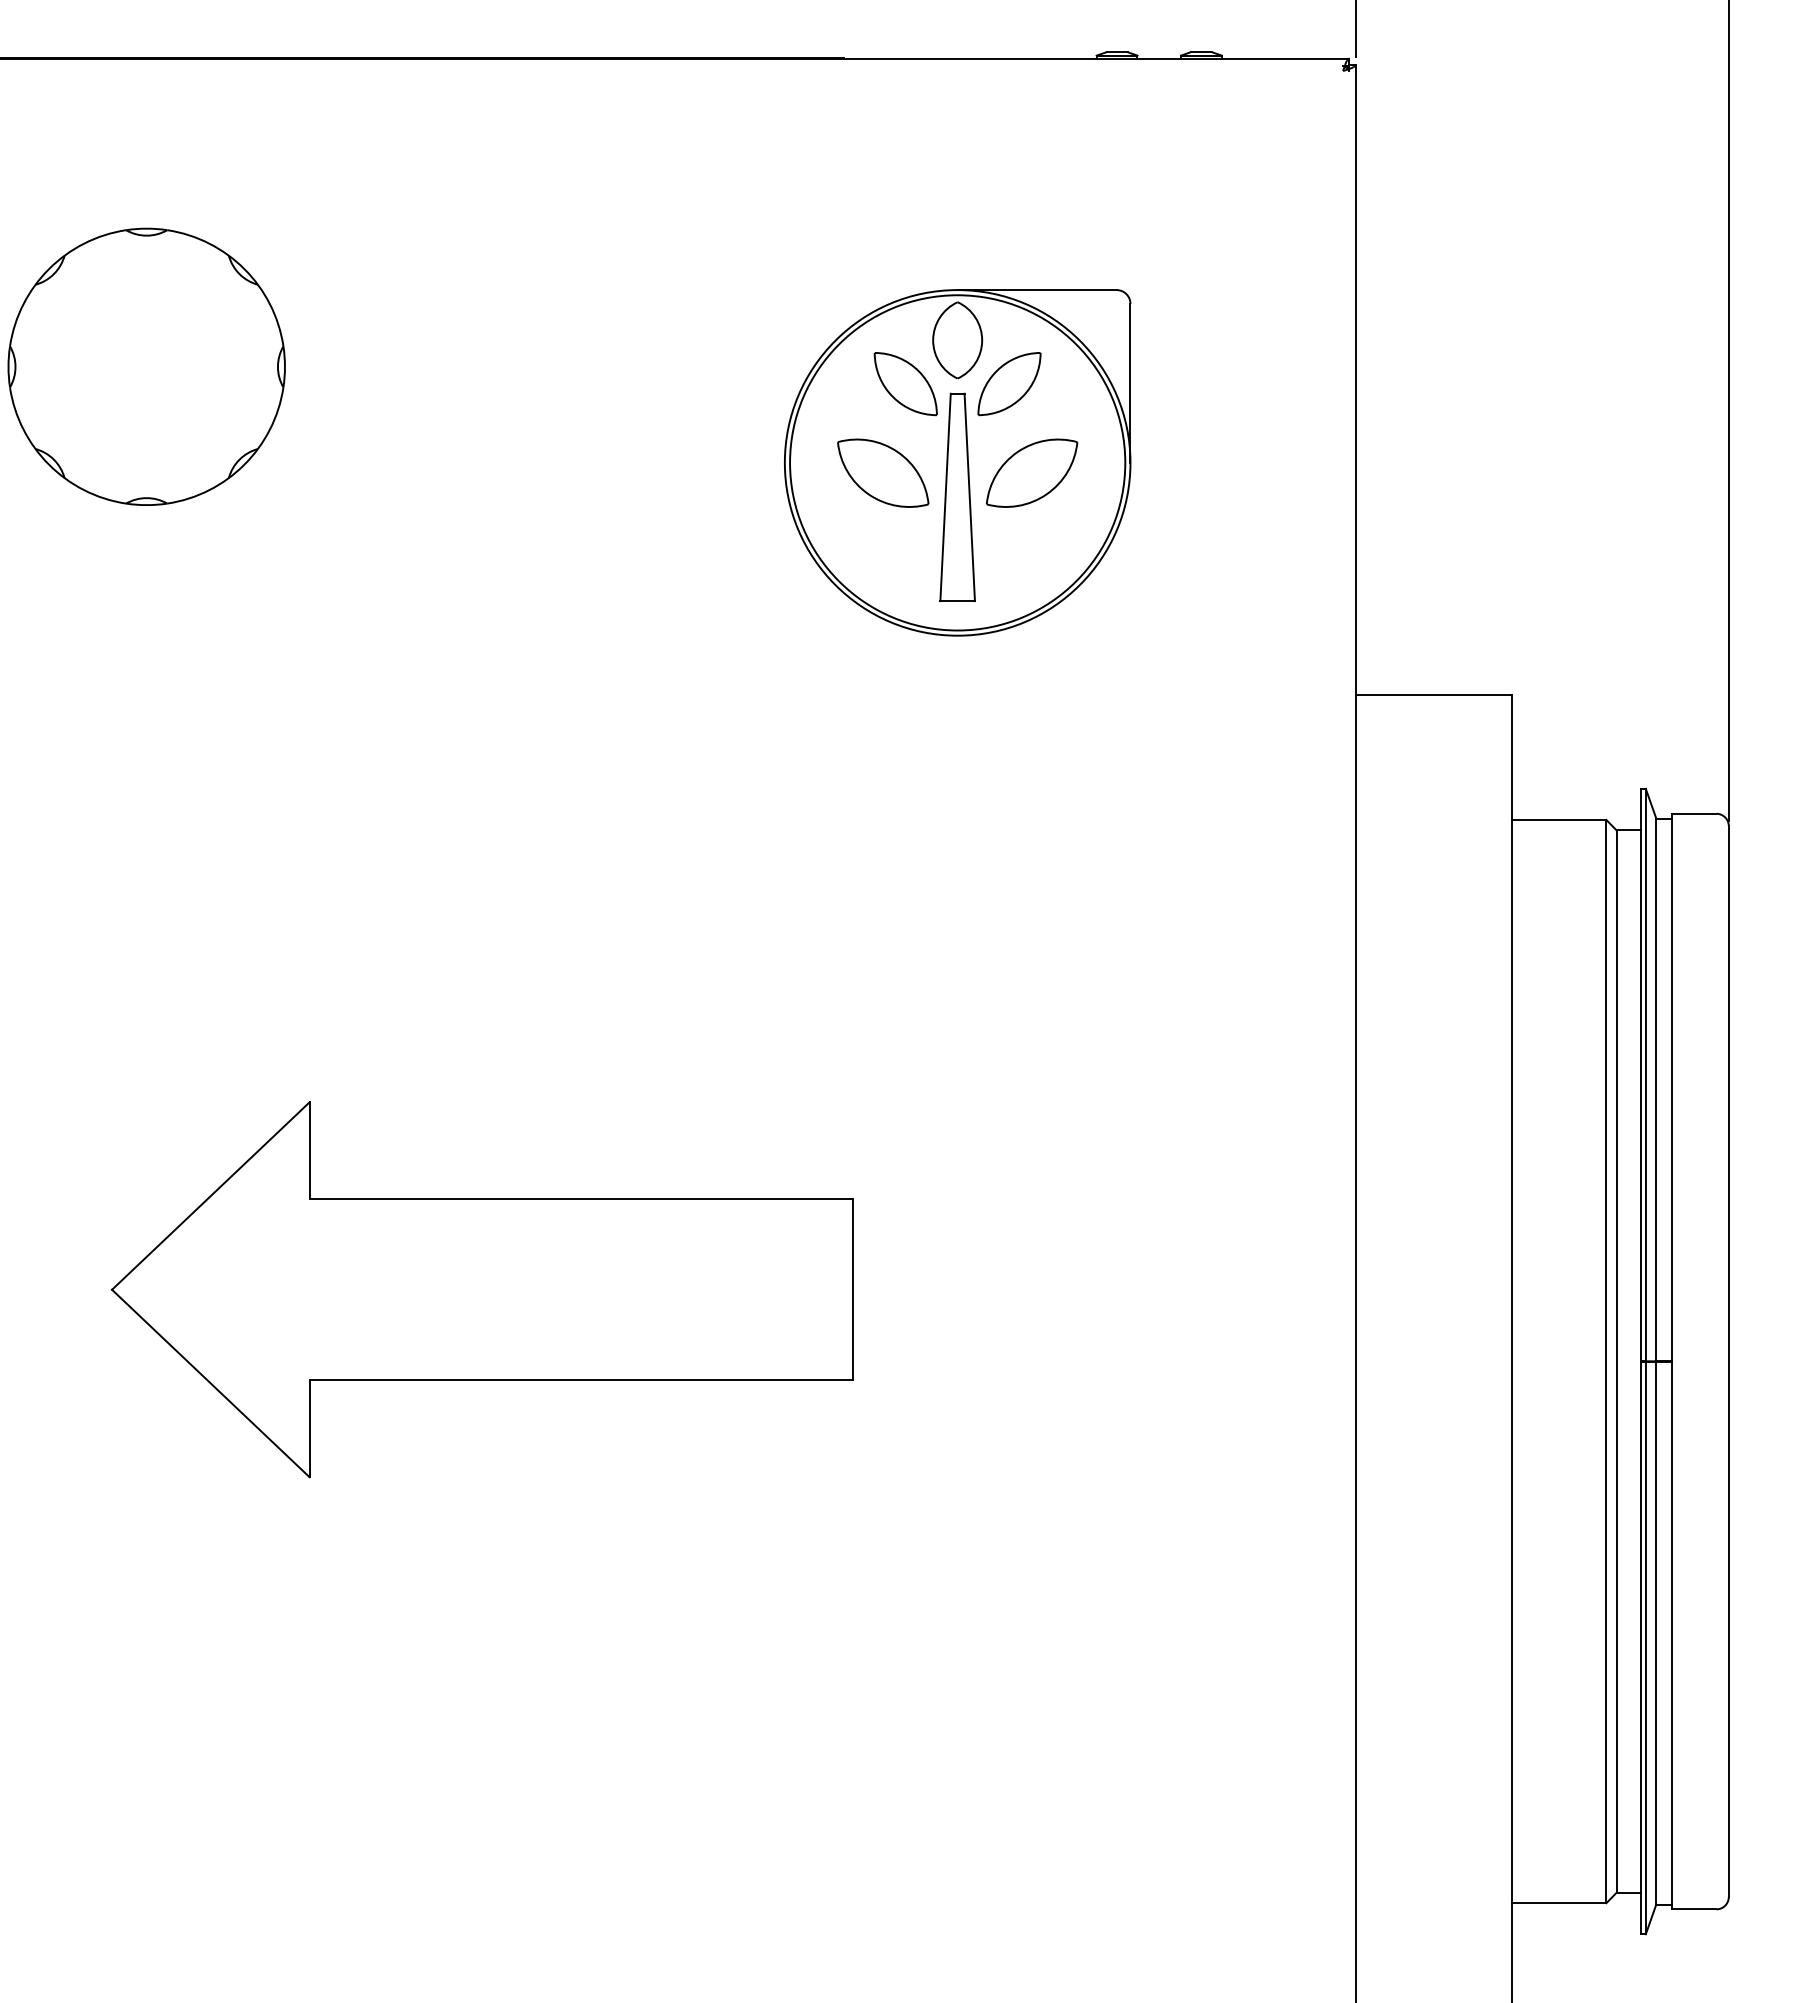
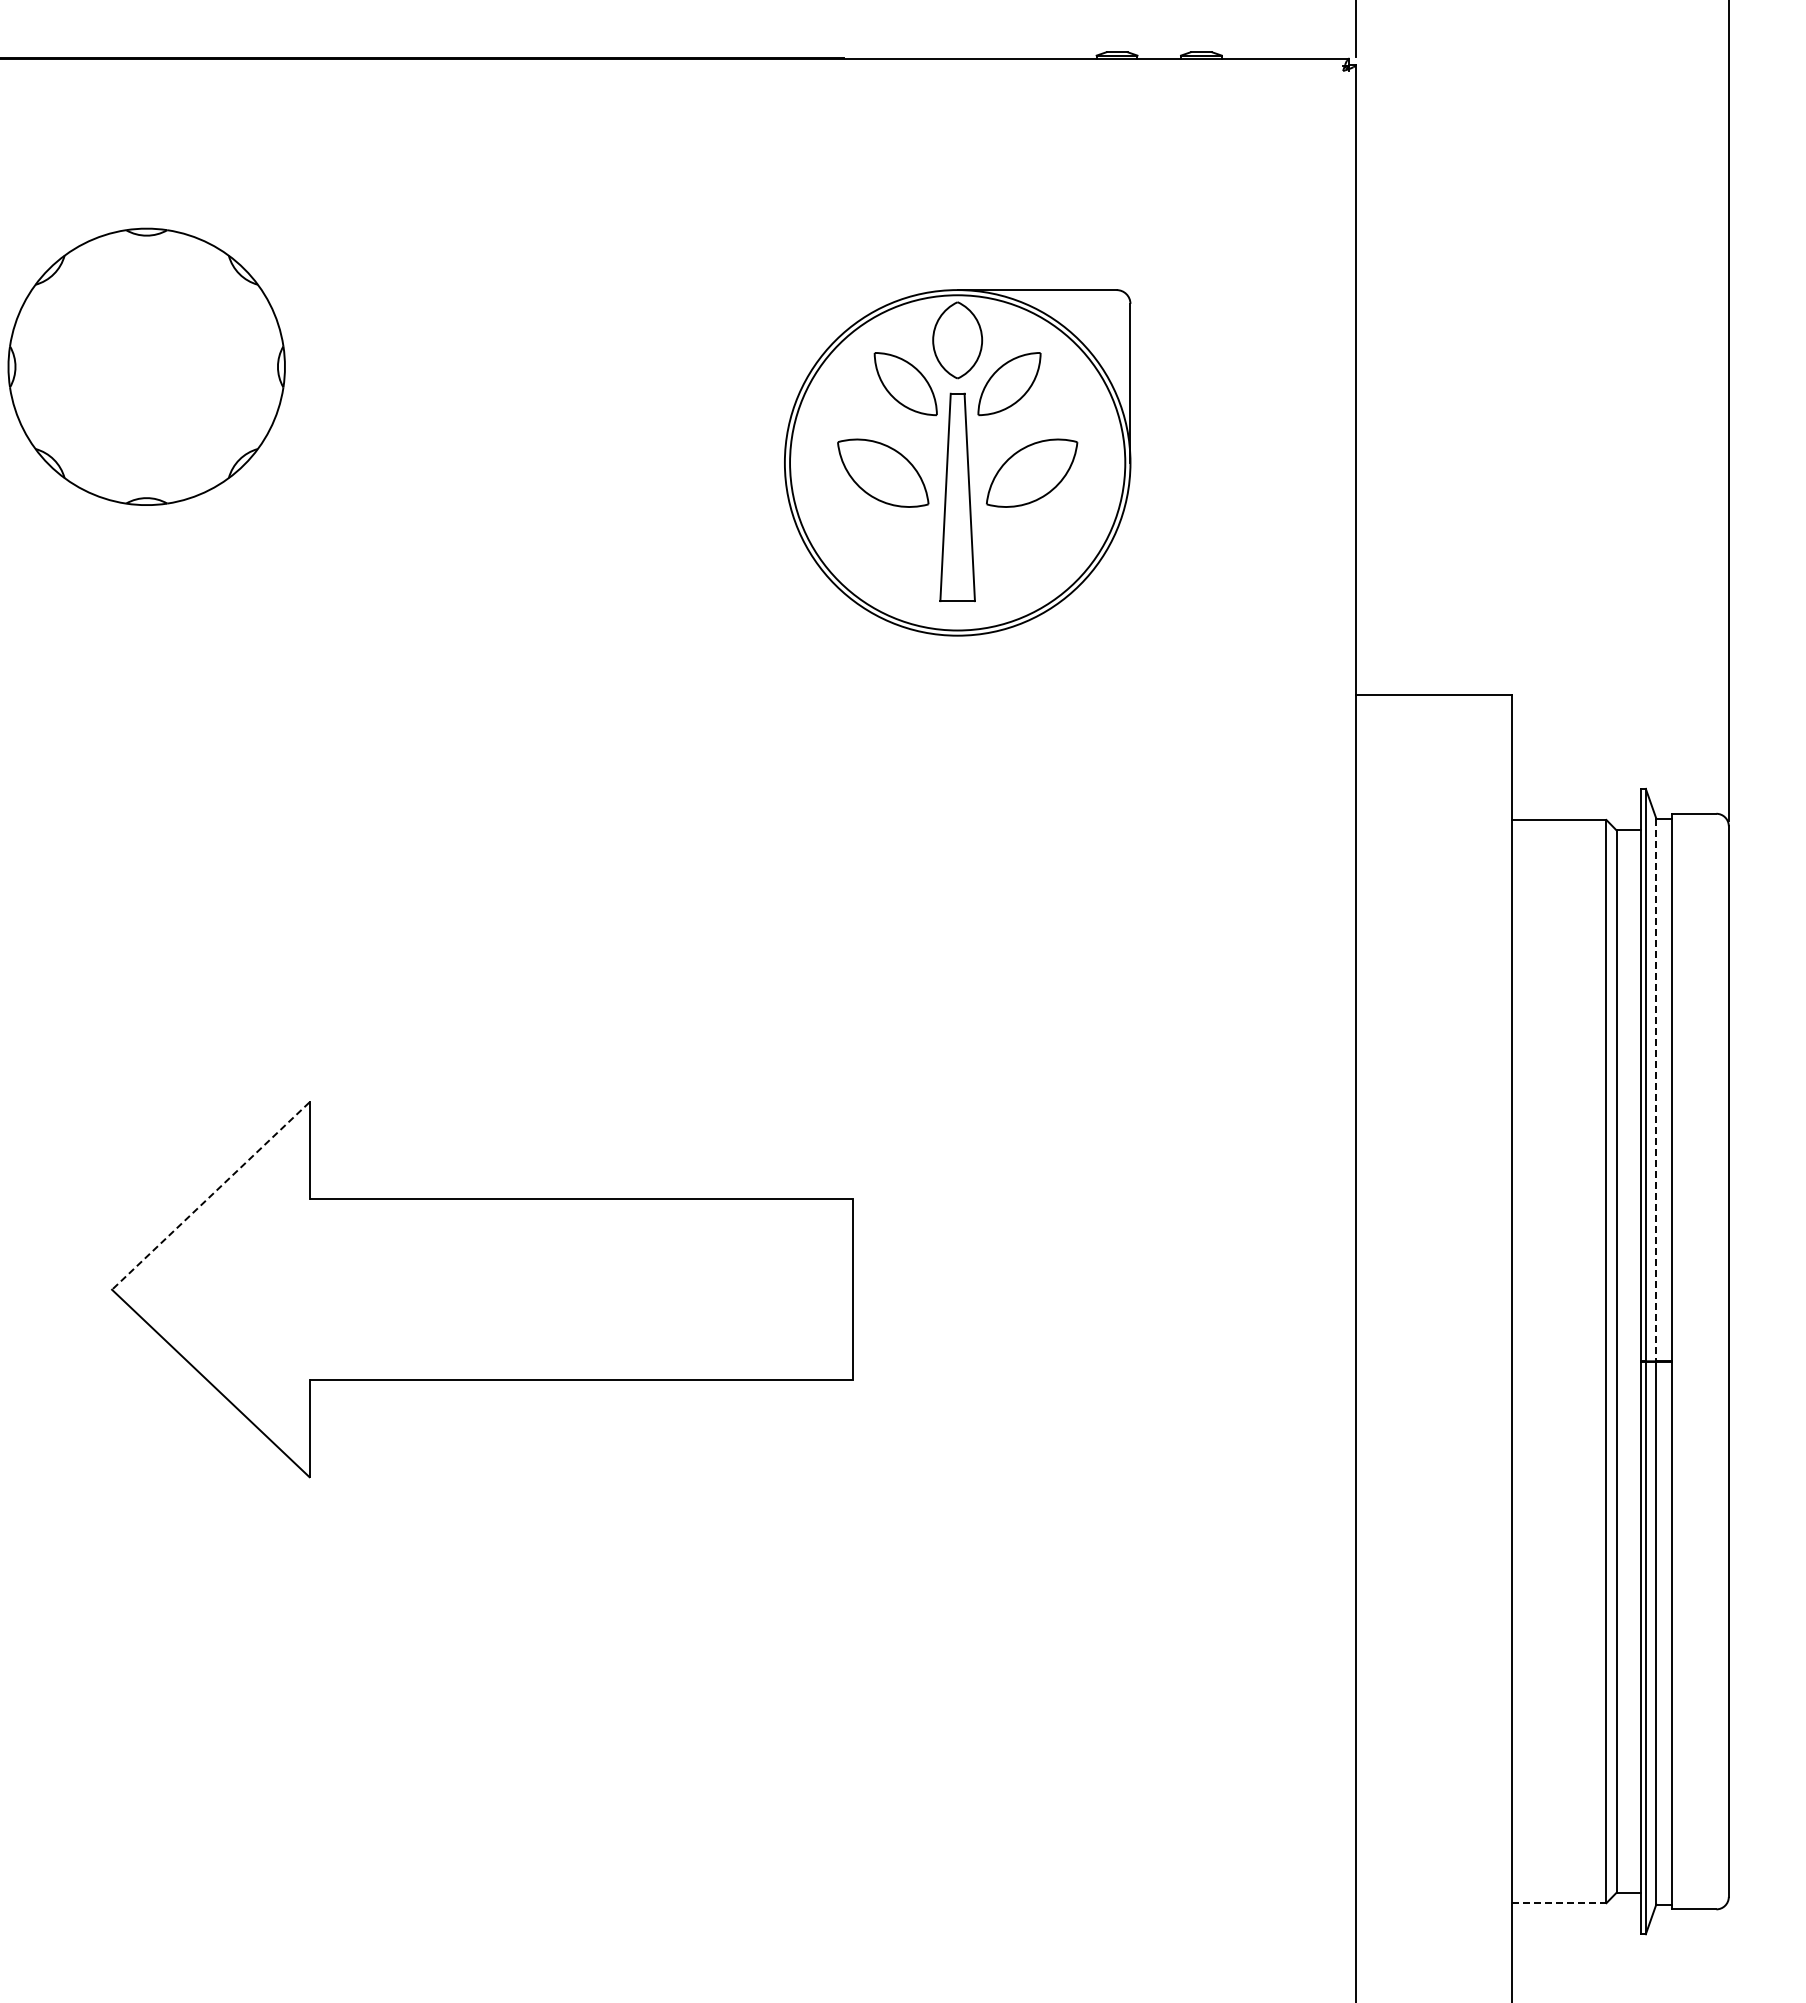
line at (1656, 1090): solid -> dashed
line at (210, 1196): solid -> dashed
line at (1559, 1903): solid -> dashed
